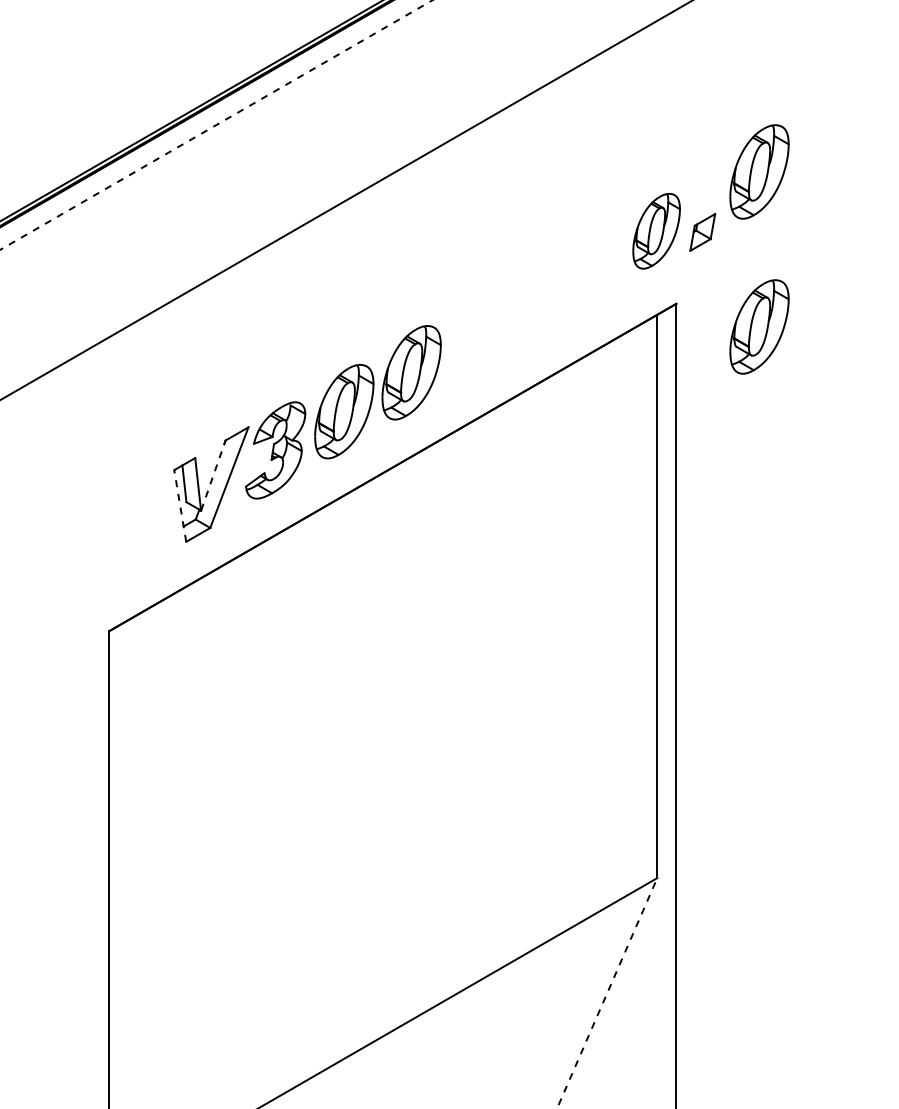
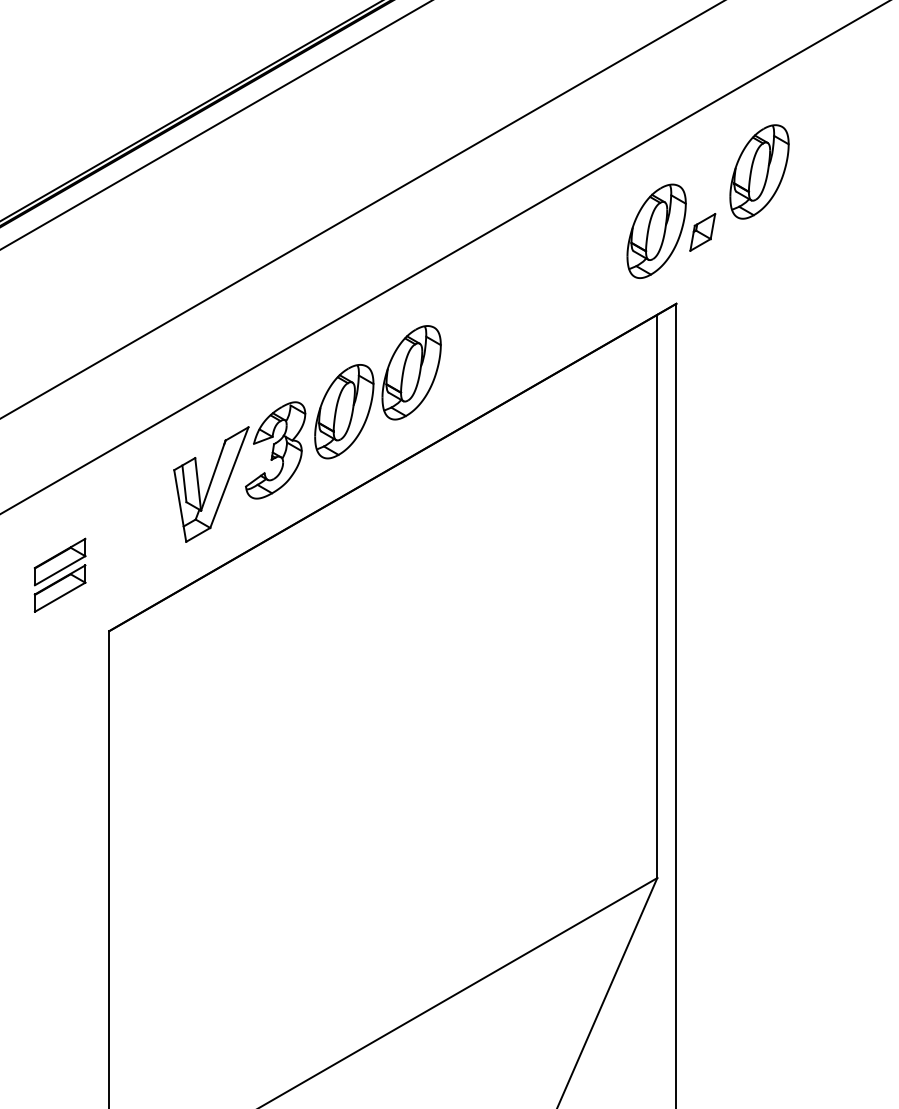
line at (216, 125): dashed -> solid
line at (345, 200) position: (345, 200) -> (361, 209)
part at (656, 231) size: 49x77 px -> 61x96 px
line at (444, 257): none -> present
part at (759, 326): present -> none
line at (213, 475): dashed -> solid
line at (180, 505): dashed -> solid
part at (59, 574): none -> present
line at (607, 992): dashed -> solid
